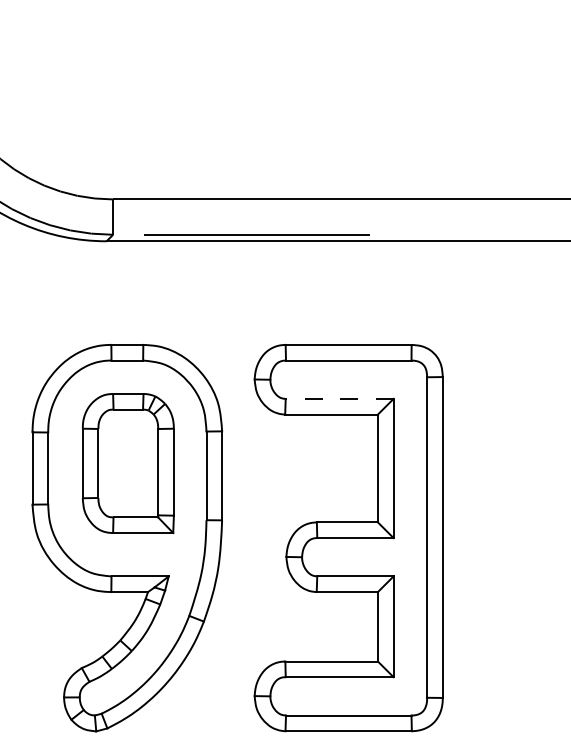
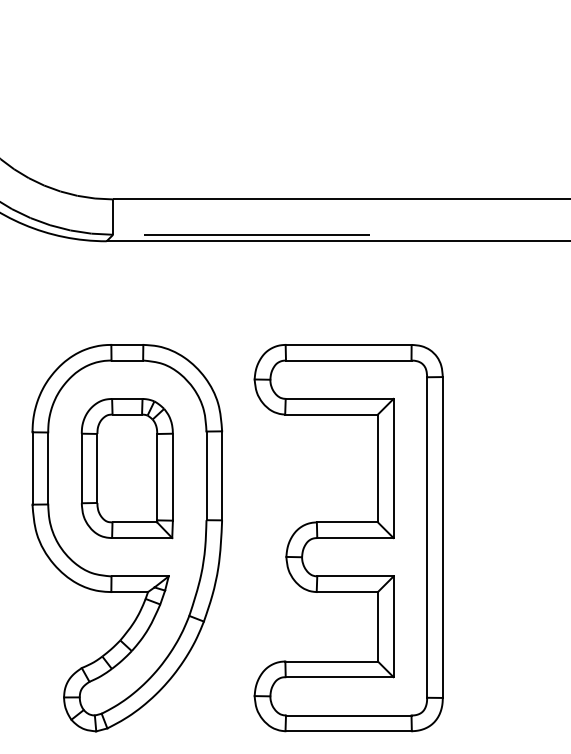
line at (339, 398): dashed -> solid
part at (127, 463) position: (127, 463) -> (126, 468)
